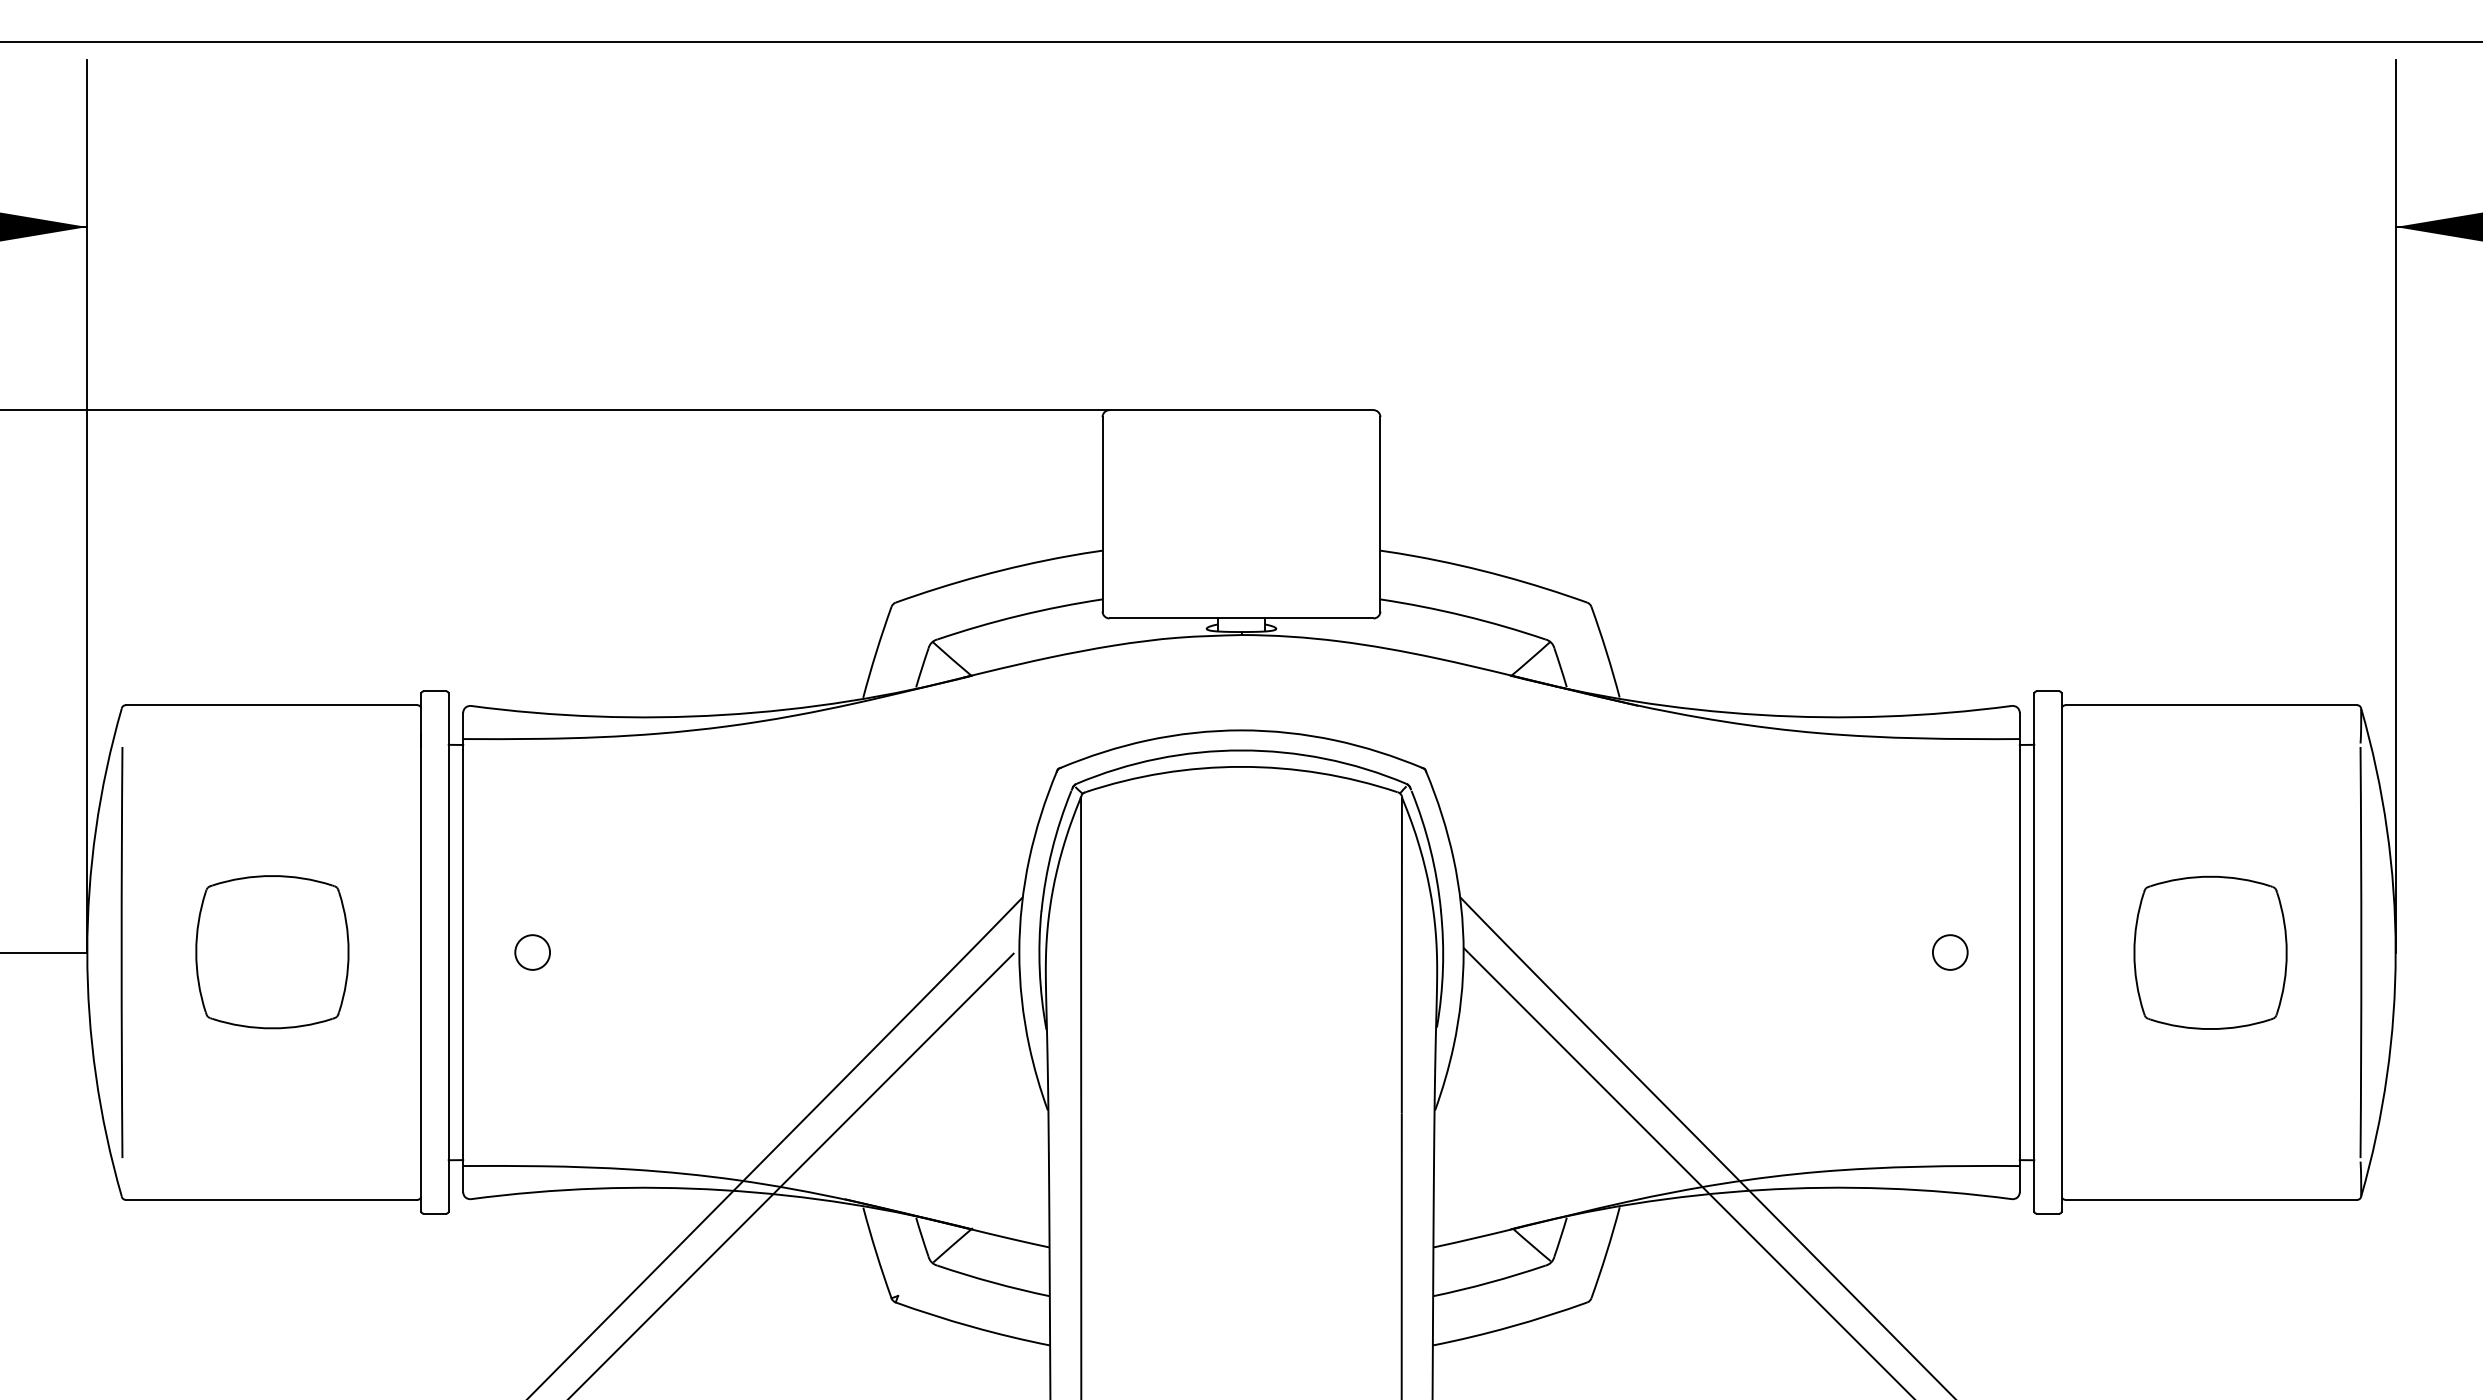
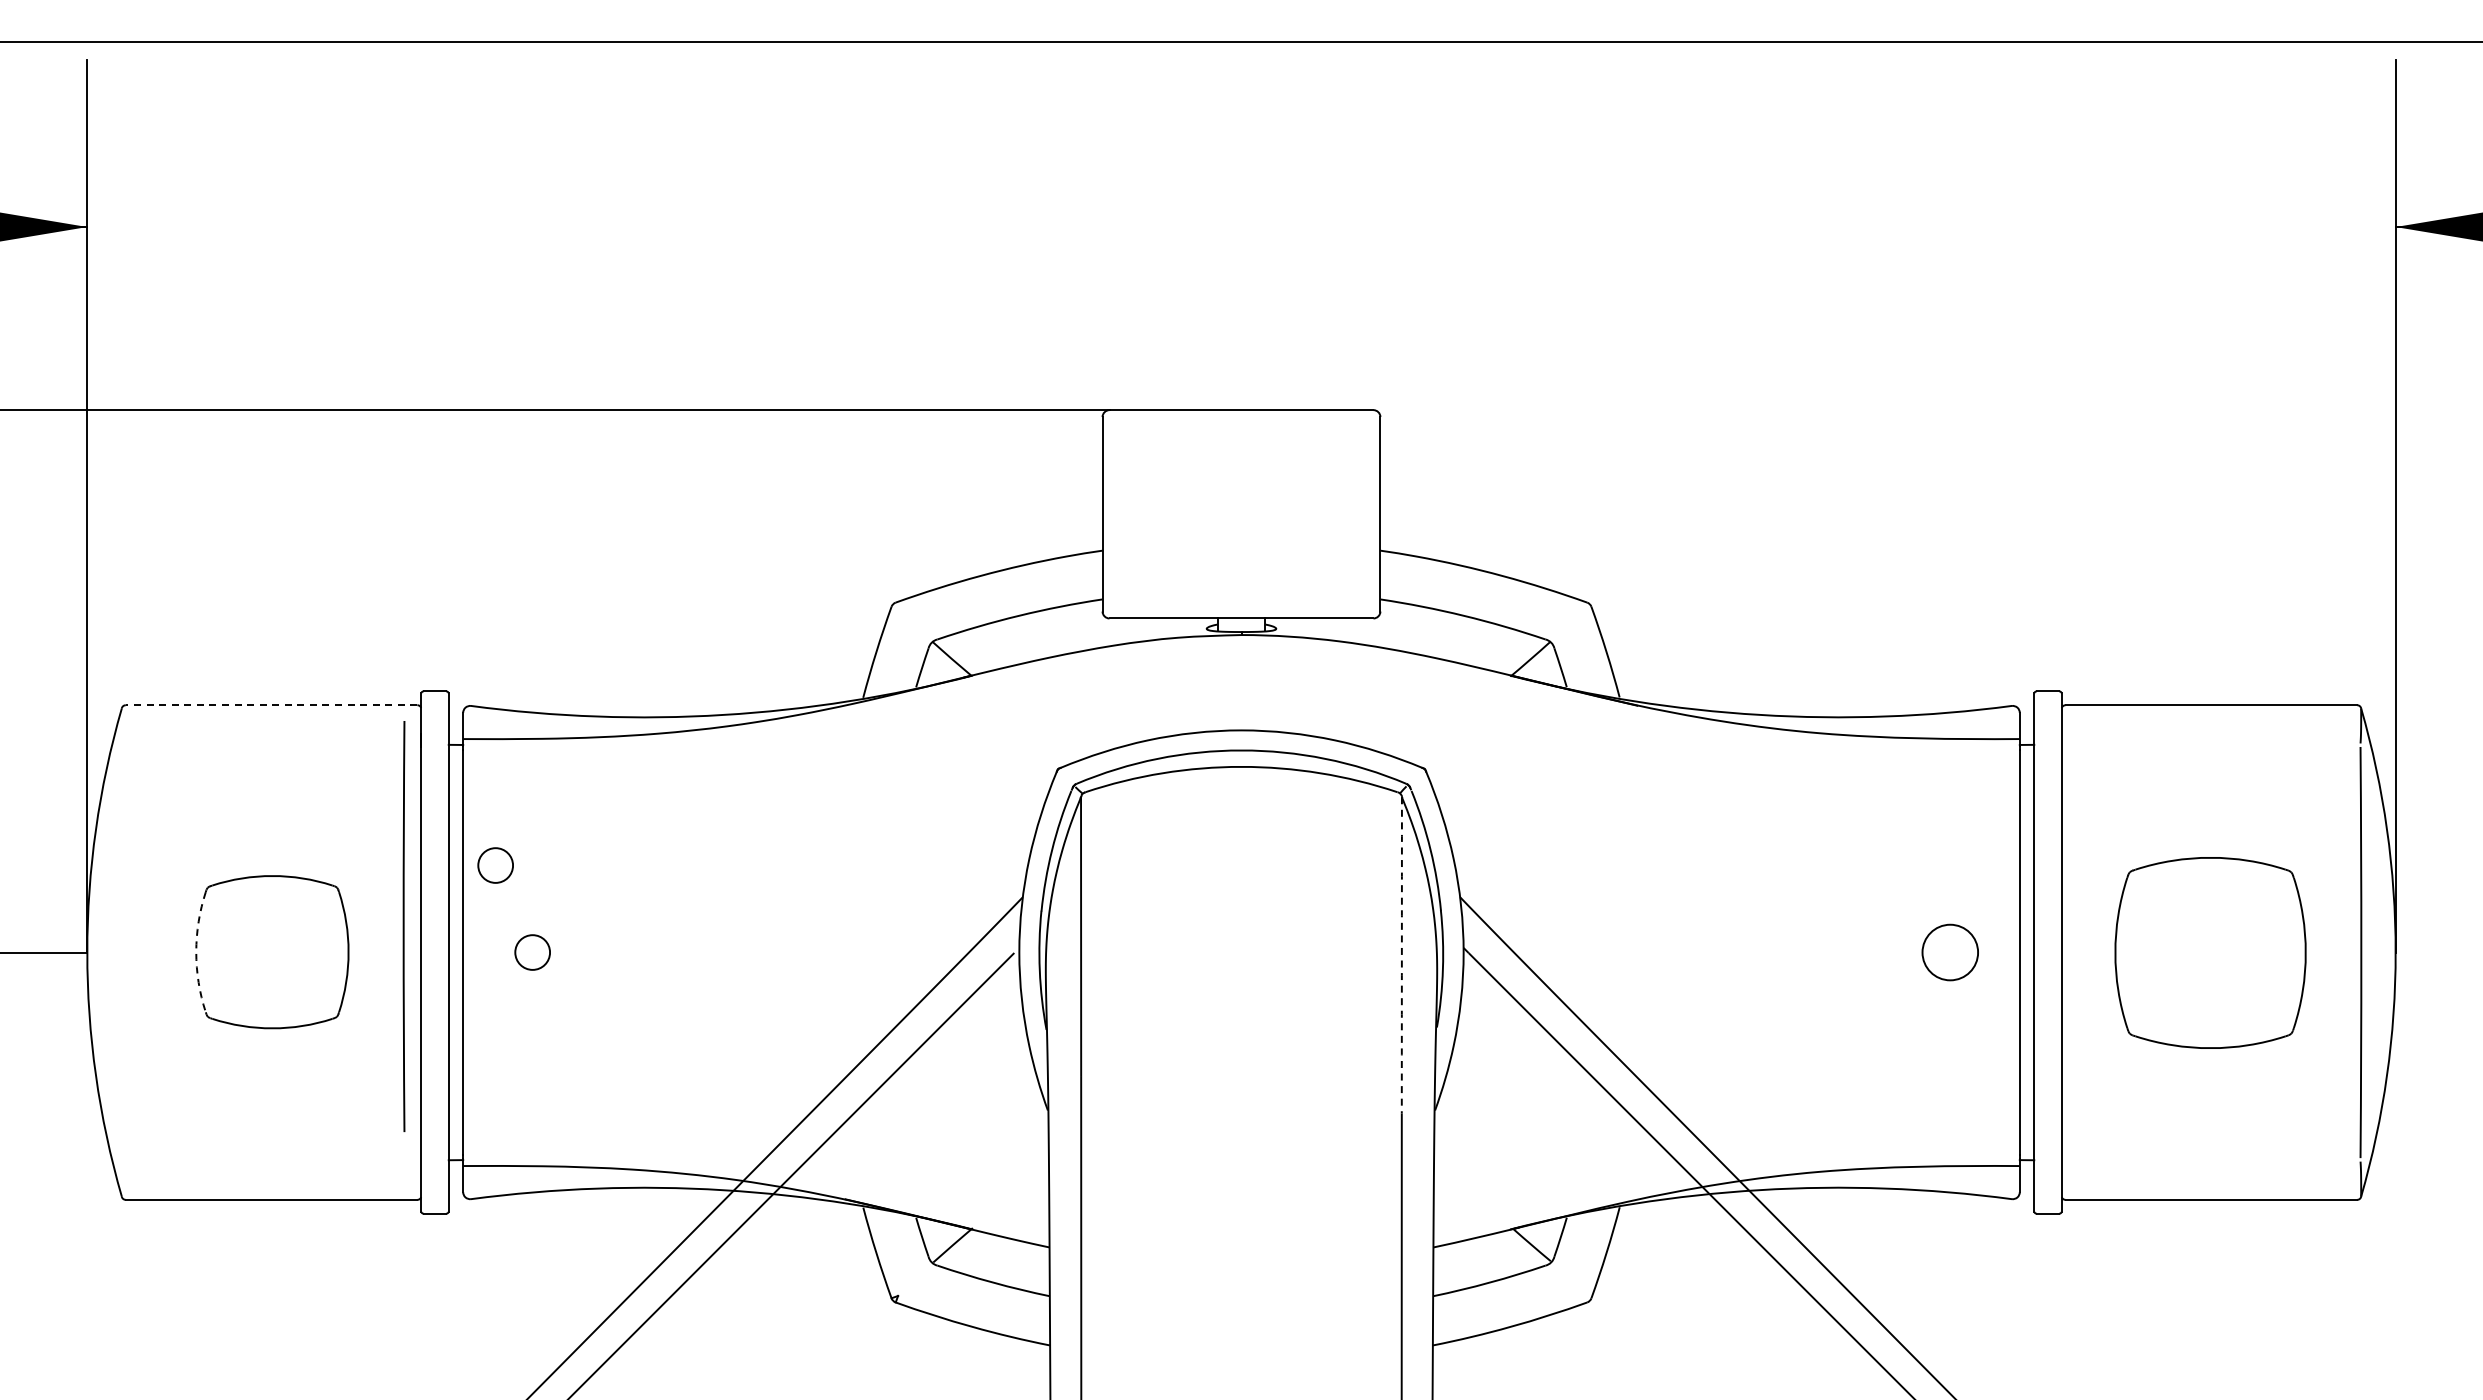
line at (271, 705): solid -> dashed
circle at (495, 865): none -> present
line at (121, 952) position: (121, 952) -> (403, 926)
arc at (196, 952): solid -> dashed
circle at (1949, 952) diameter: 35 px -> 56 px
part at (2210, 952) size: 155x155 px -> 193x192 px
arc at (1401, 955): solid -> dashed
